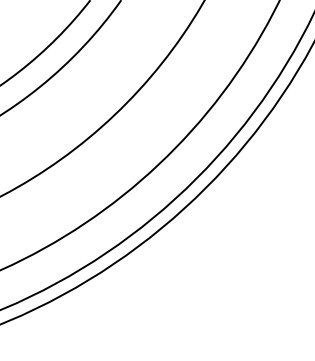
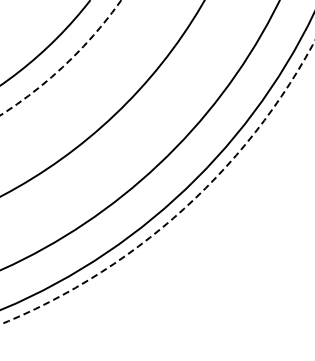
arc at (66, 63): solid -> dashed
circle at (157, 182): solid -> dashed
